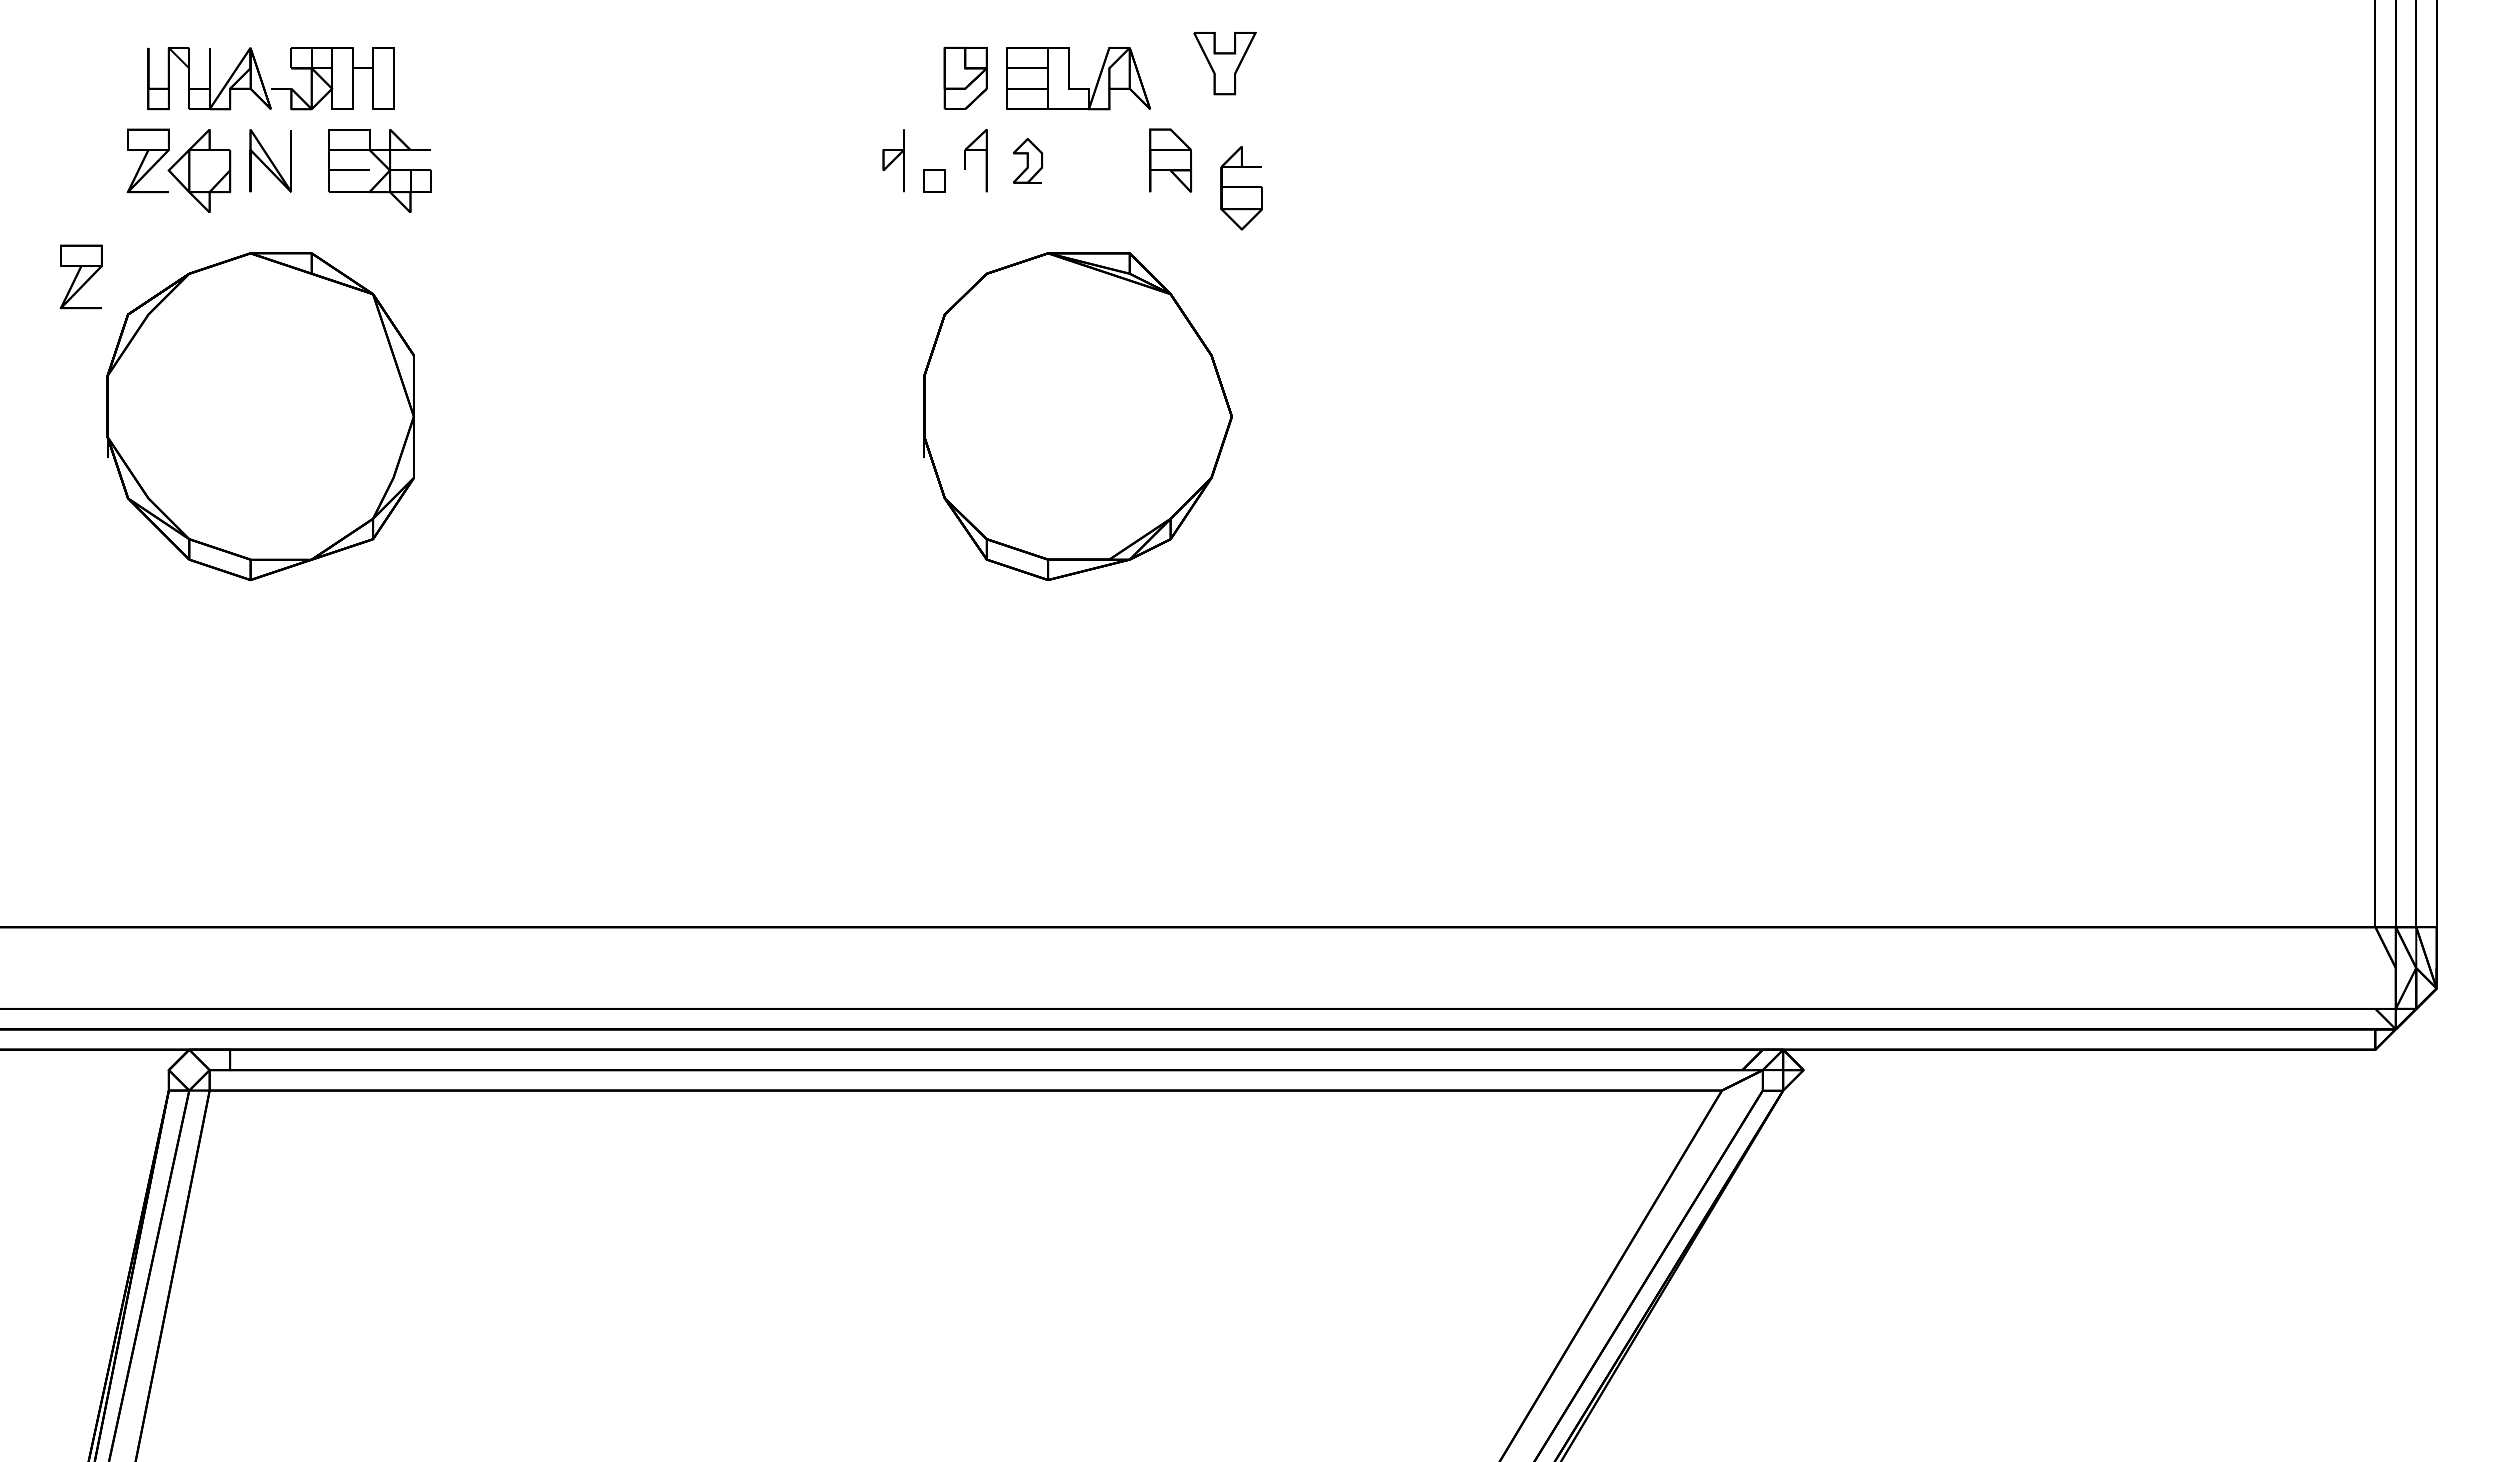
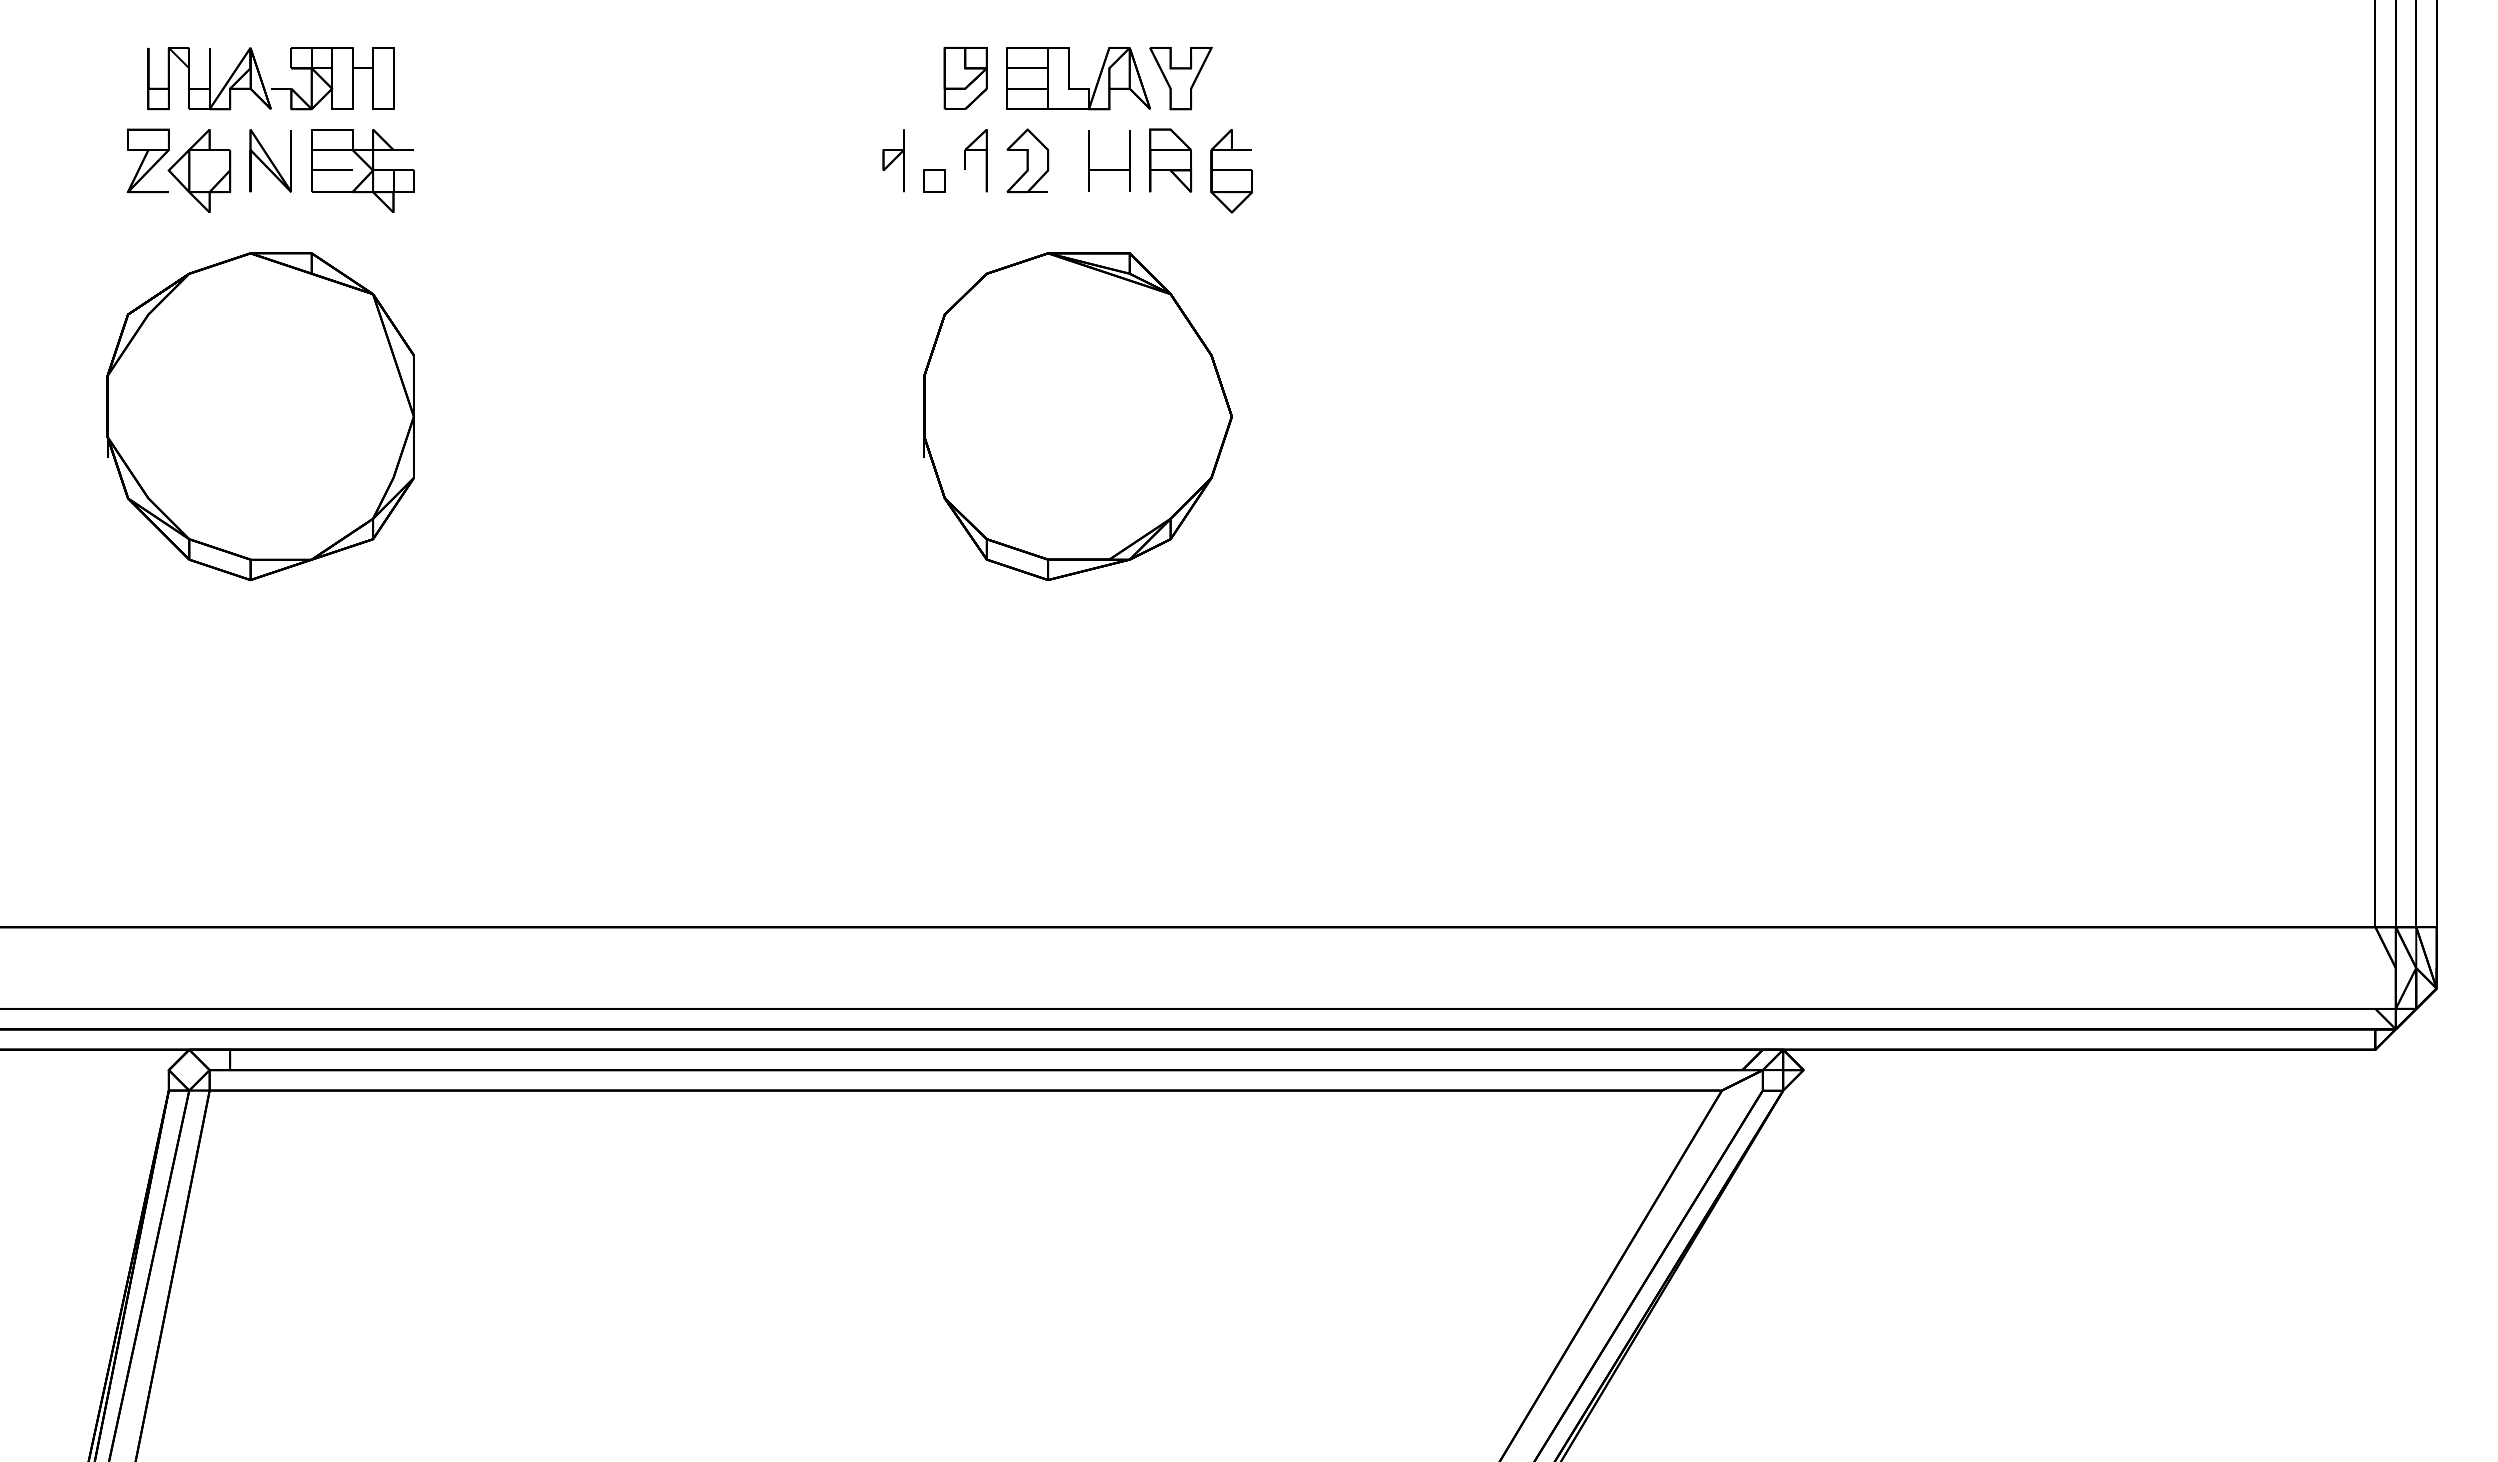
part at (1224, 63) position: (1224, 63) -> (1180, 78)
part at (1027, 160) size: 30x46 px -> 44x66 px
part at (1109, 169): none -> present
part at (379, 170) position: (379, 170) -> (362, 170)
part at (1241, 188) position: (1241, 188) -> (1231, 171)
part at (80, 276): present -> none
